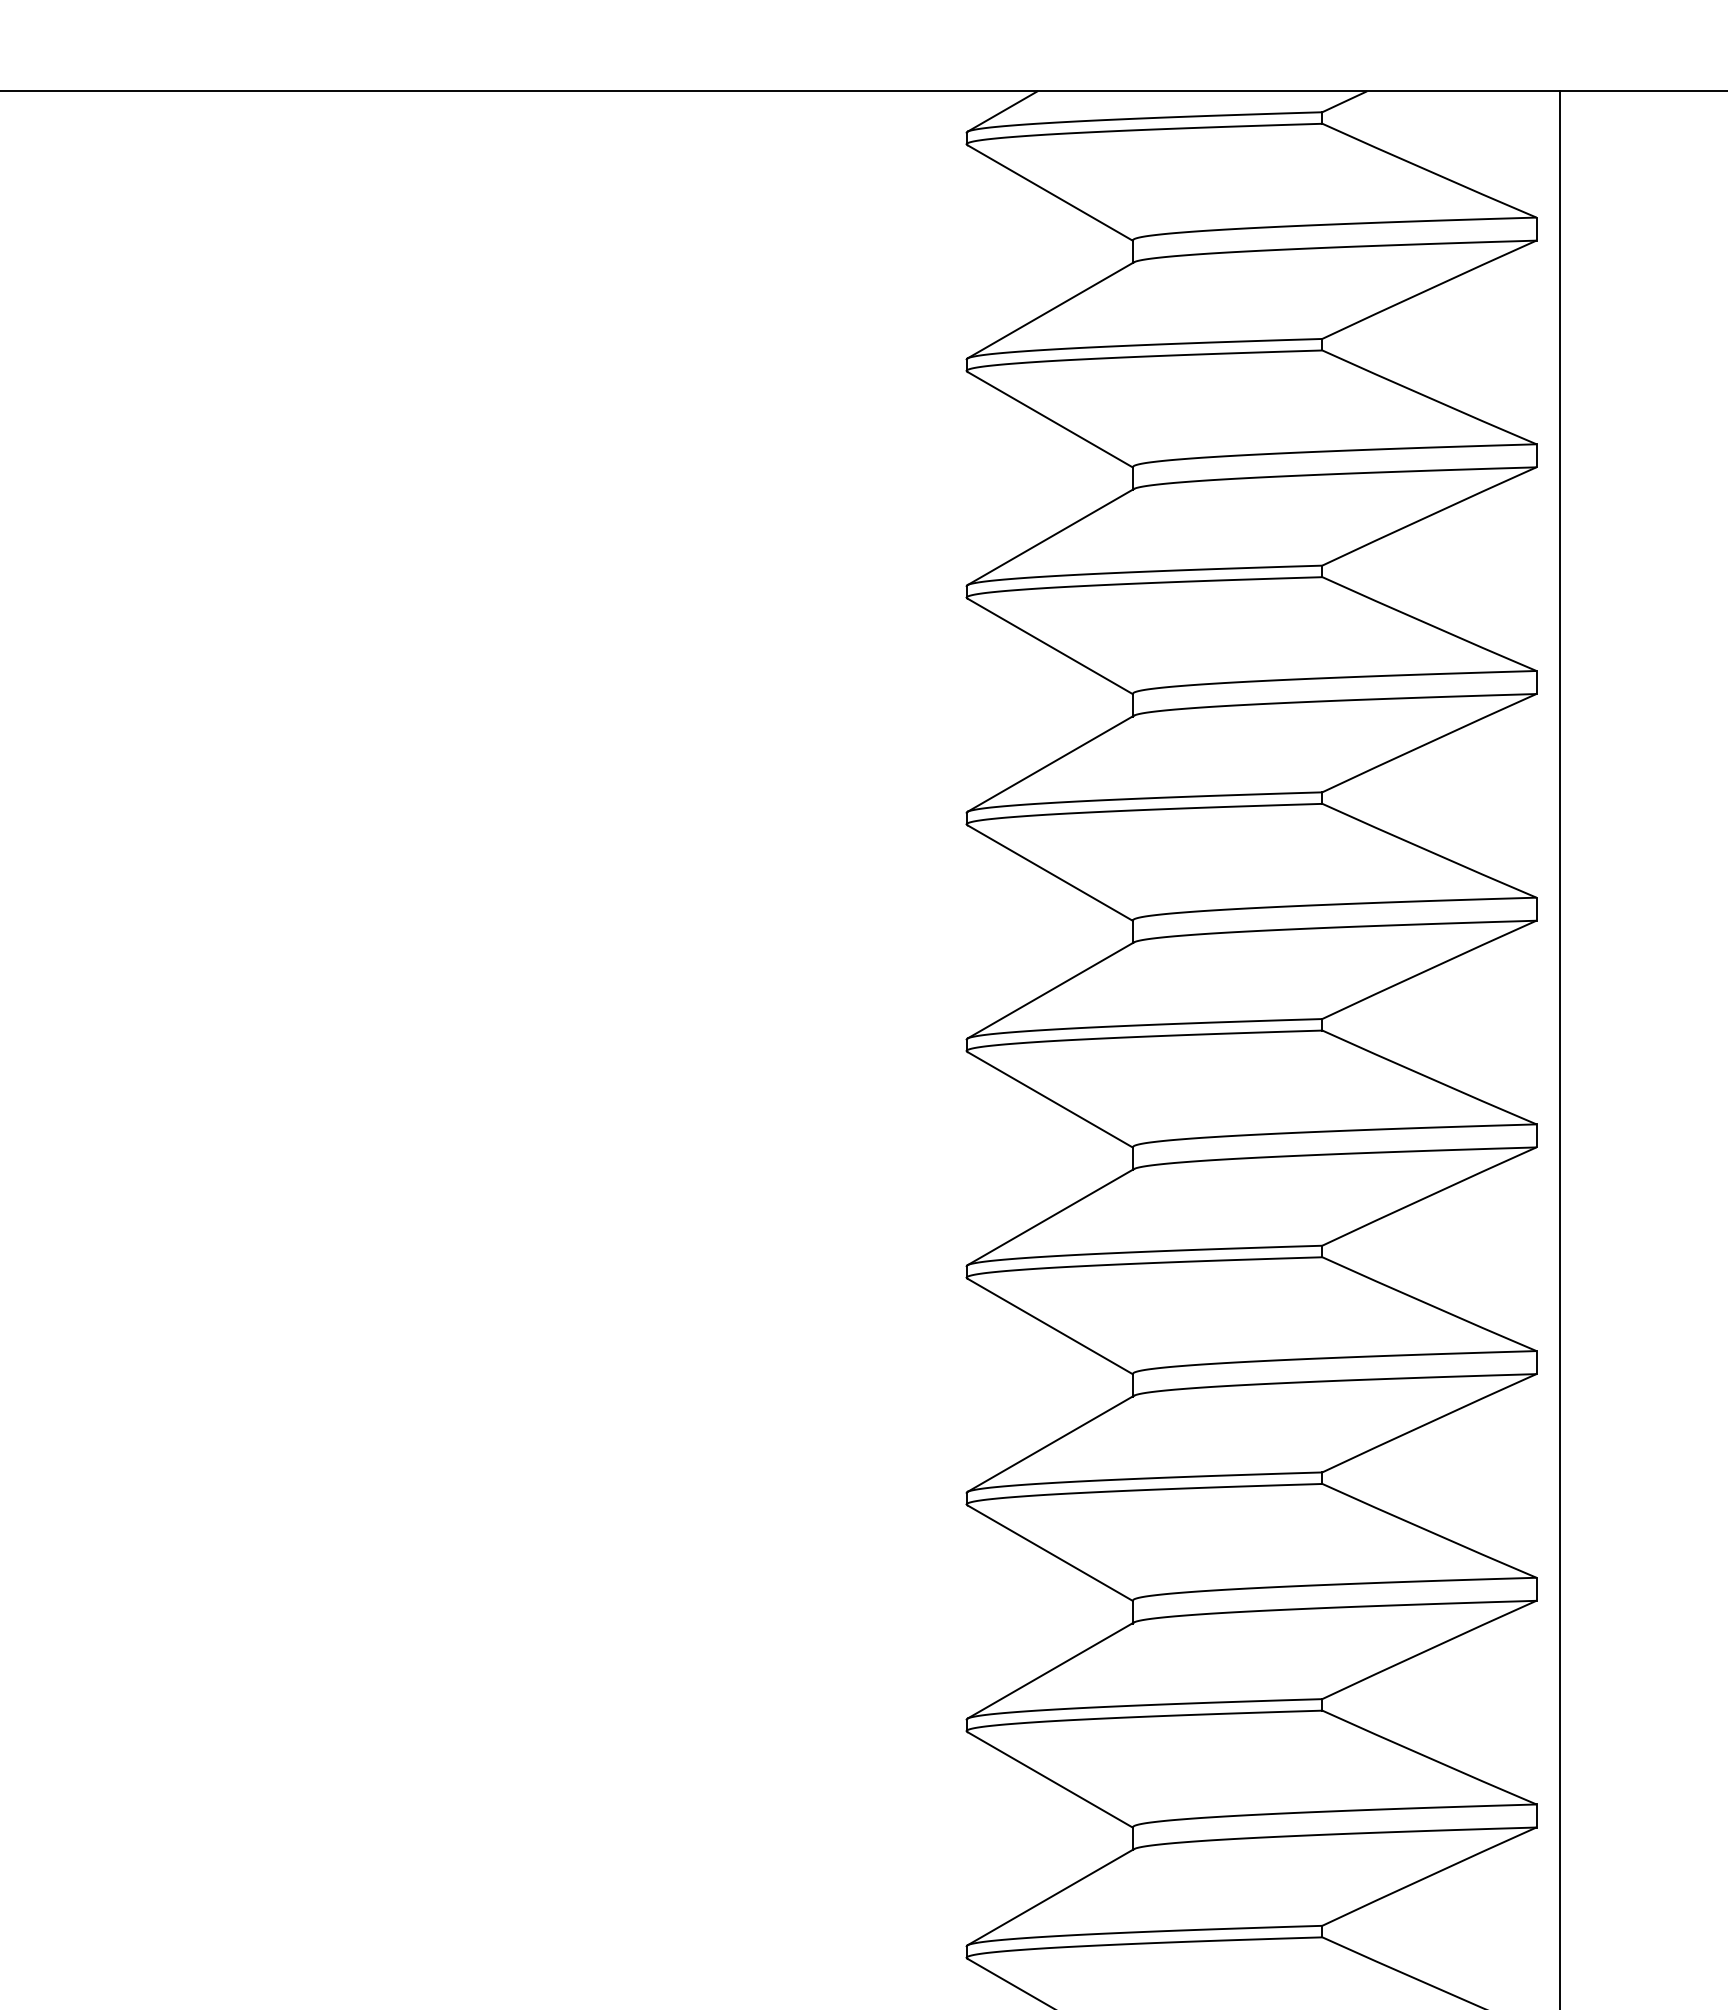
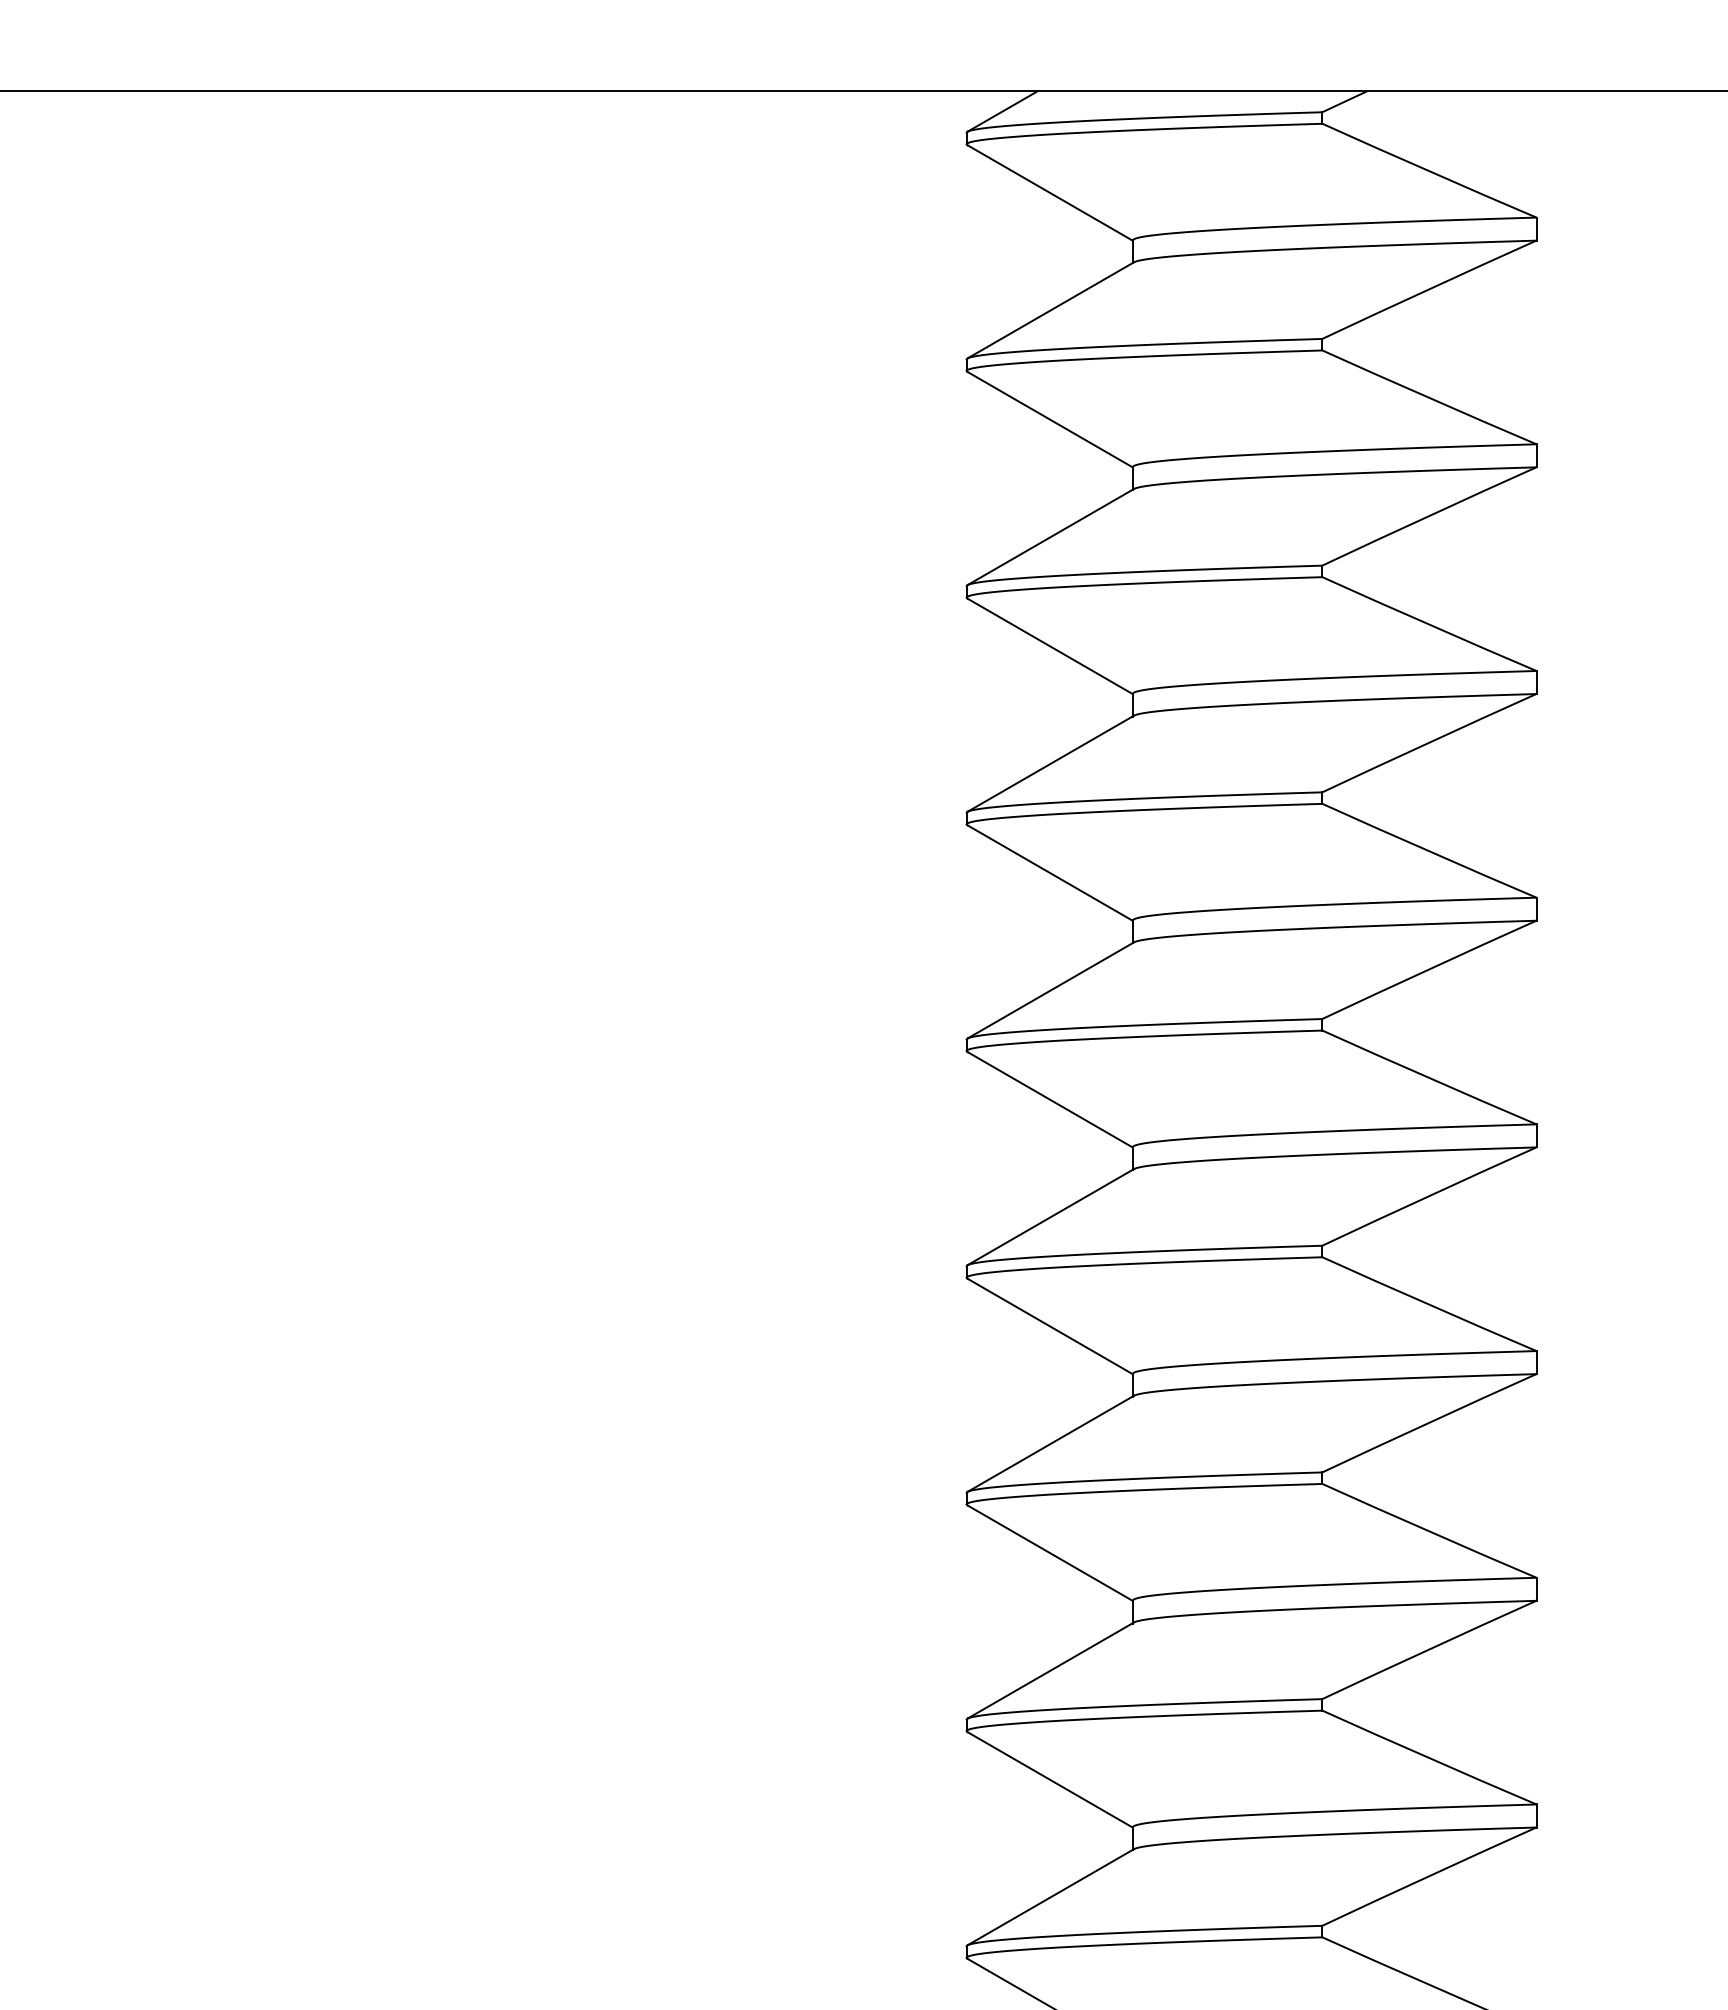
line at (1560, 1048): present -> none
